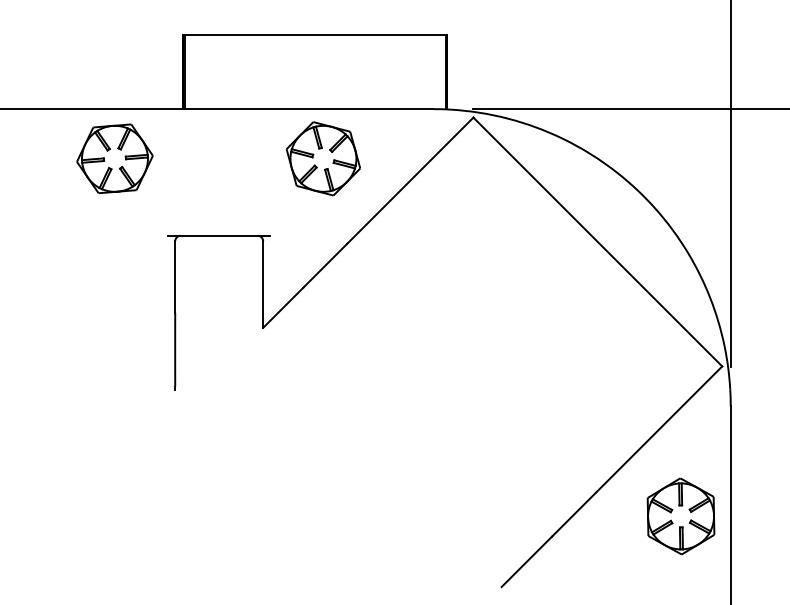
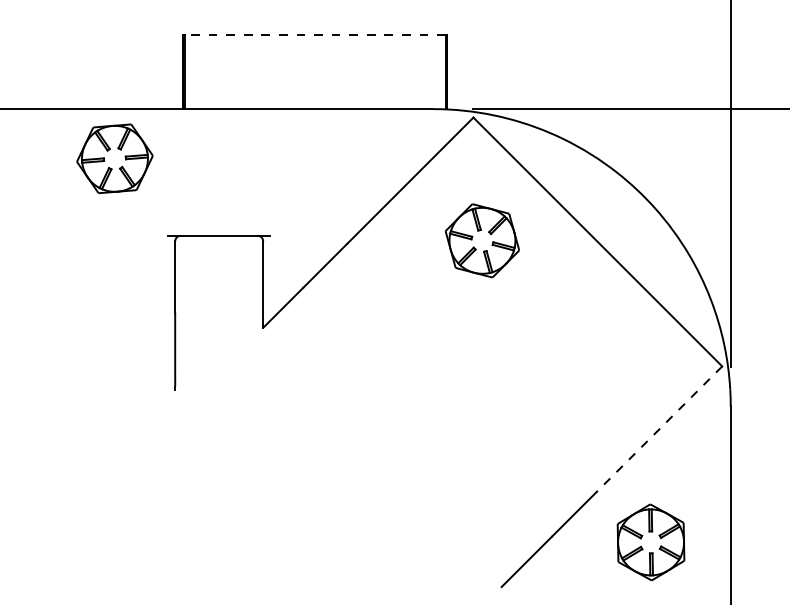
line at (315, 35): solid -> dashed
part at (322, 158) position: (322, 158) -> (481, 240)
line at (658, 429): solid -> dashed
part at (680, 516) position: (680, 516) -> (650, 542)
